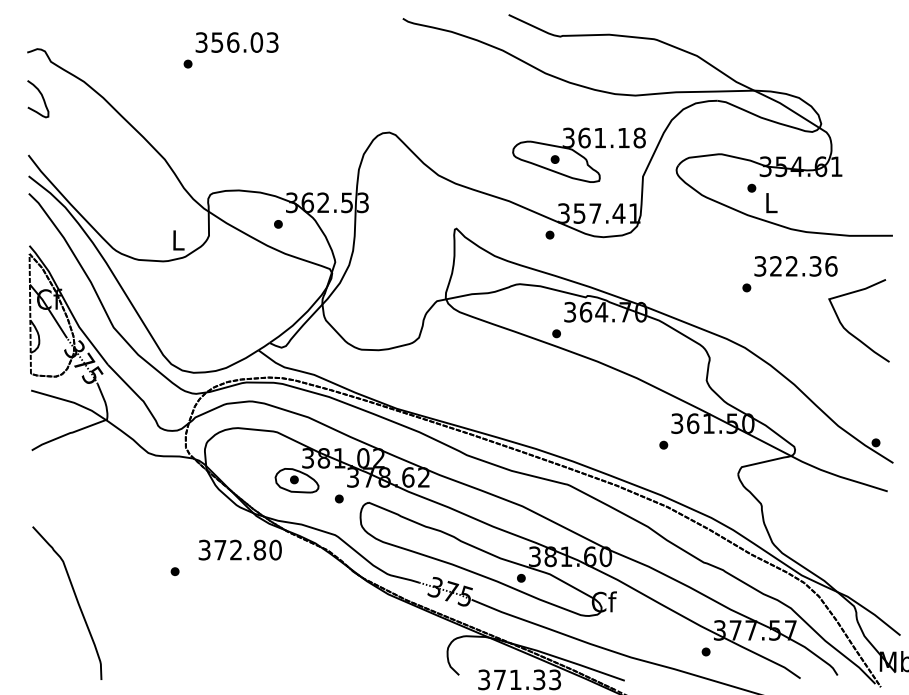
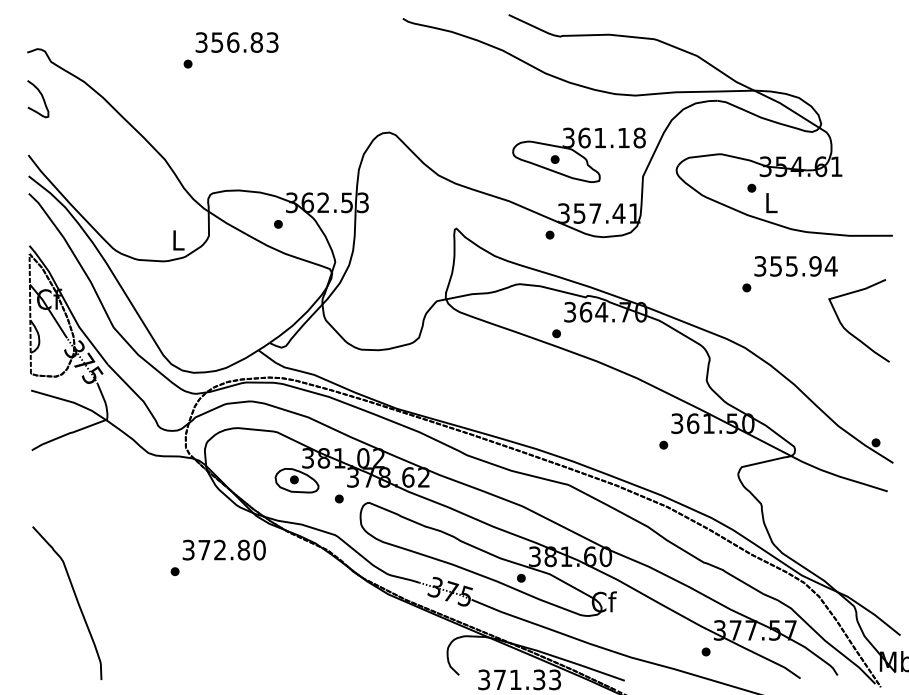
text at (256, 42): 356.03 -> 356.83
text at (803, 266): 322.36 -> 355.94
text at (239, 549) position: (239, 549) -> (223, 549)
